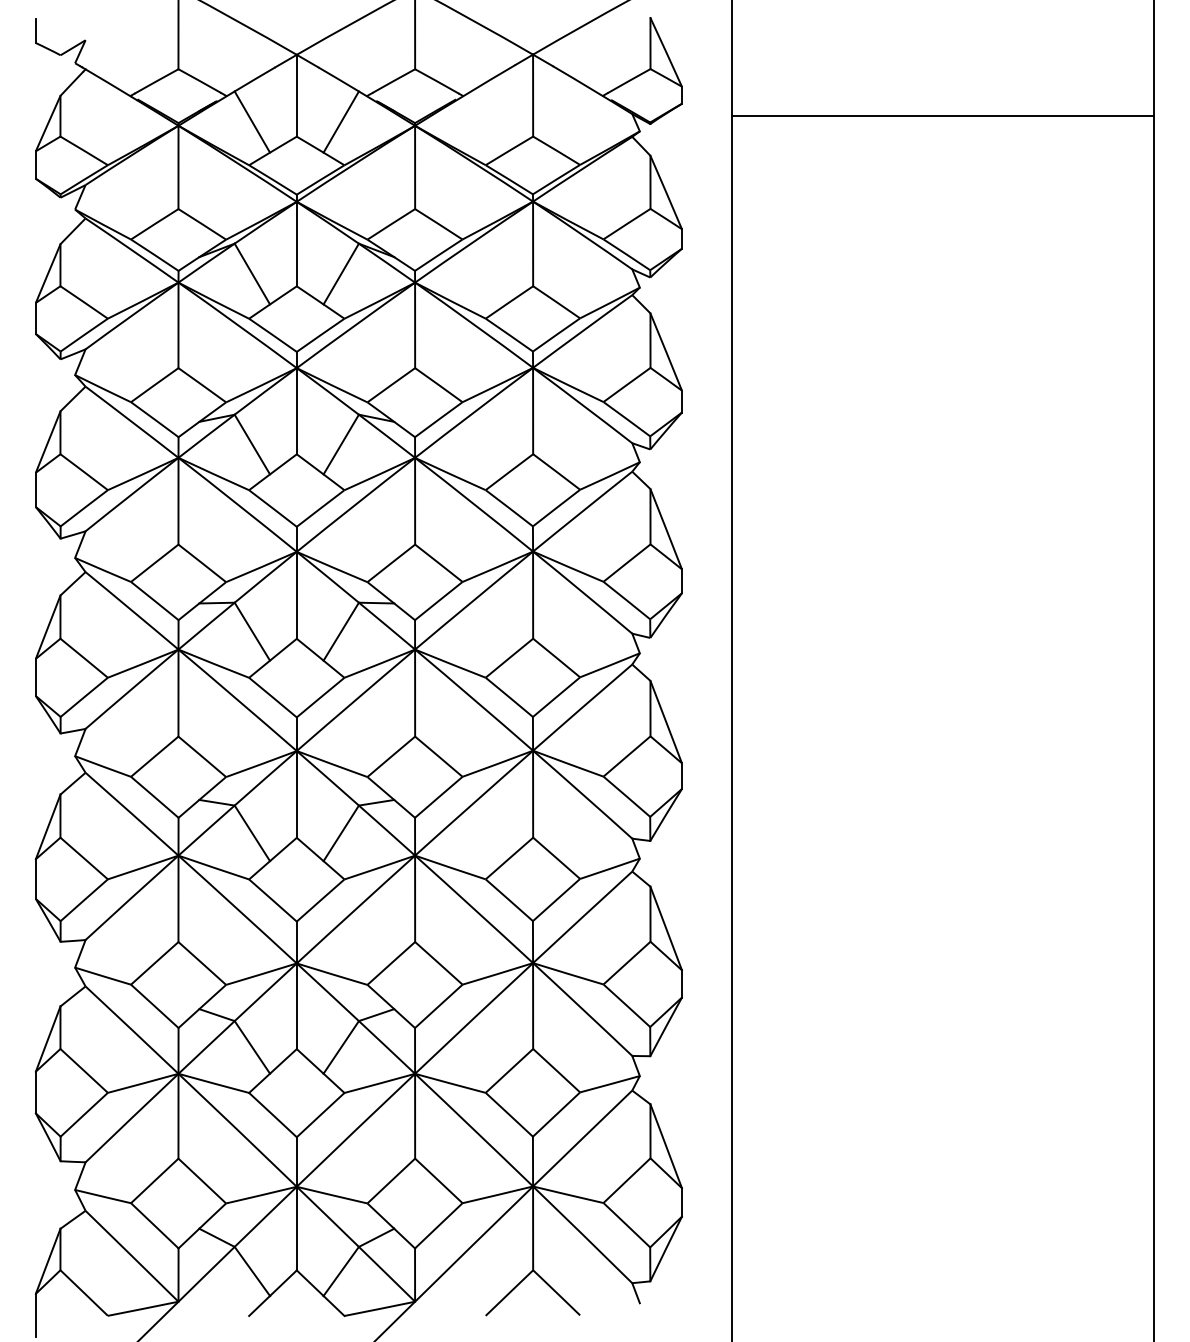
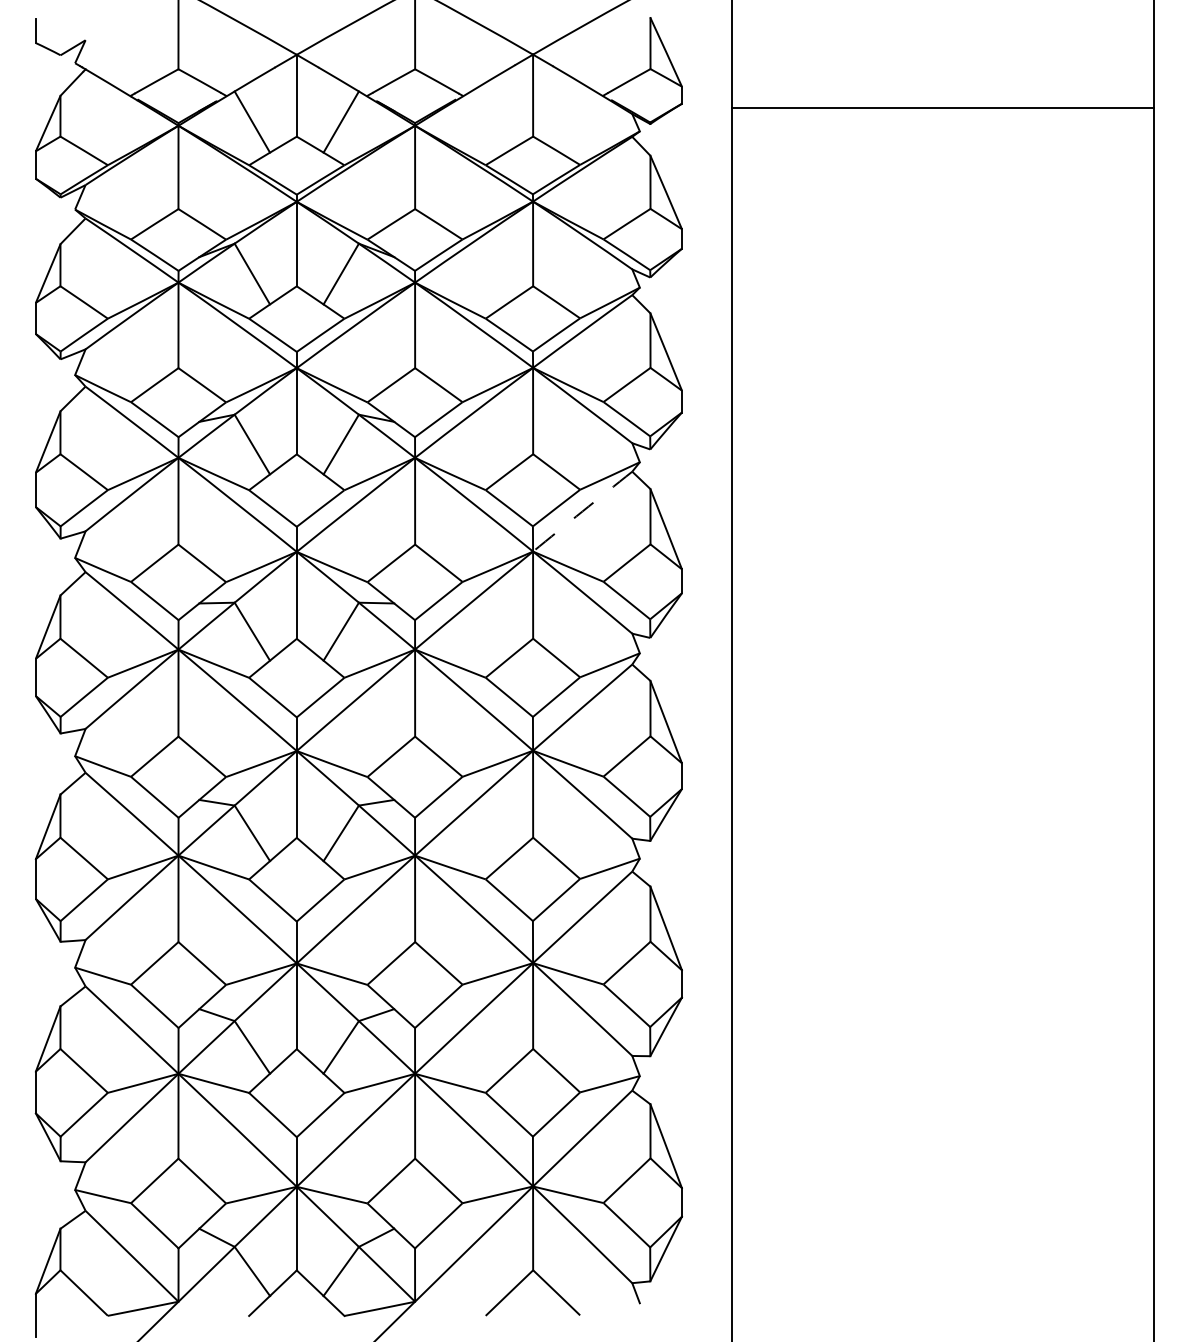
line at (942, 116) position: (942, 116) -> (942, 108)
arc at (582, 511): solid -> dashed
